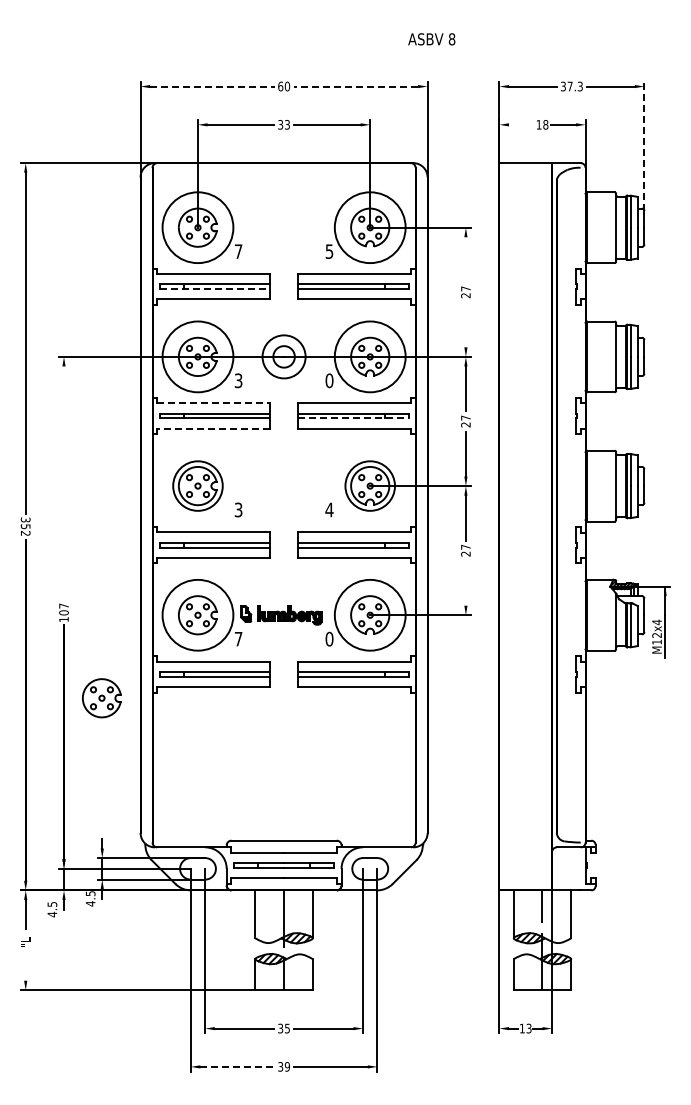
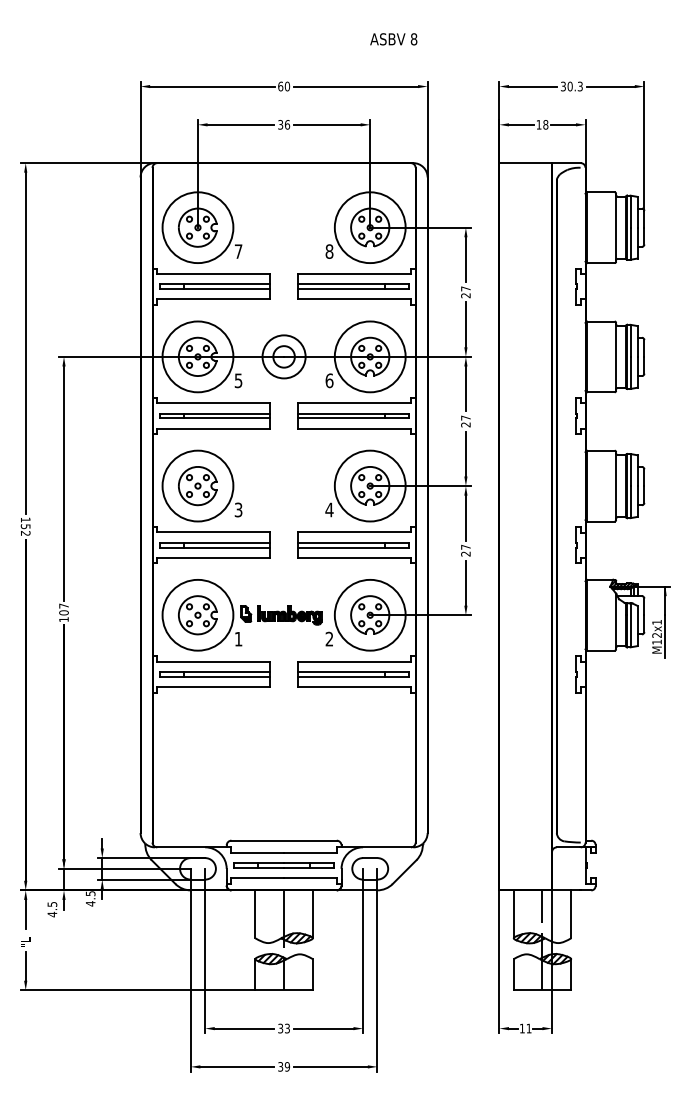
text at (431, 39) position: (431, 39) -> (393, 39)
line at (212, 86): dashed -> solid
line at (355, 86): dashed -> solid
text at (569, 86): 37.3 -> 30.3
text at (287, 124): 33 -> 36
line at (520, 124): none -> present
line at (644, 146): dashed -> solid
text at (329, 251): 5 -> 8
line at (465, 259): none -> present
line at (215, 289): dashed -> solid
line at (465, 324): none -> present
text at (238, 380): 3 -> 5
text at (329, 380): 0 -> 6
line at (214, 403): dashed -> solid
line at (353, 418): dashed -> solid
line at (213, 428): dashed -> solid
line at (64, 483): none -> present
circle at (197, 485) diameter: 50 px -> 71 px
circle at (370, 485) diameter: 50 px -> 71 px
text at (25, 519): 352 -> 152
line at (465, 582): none -> present
text at (656, 622): M12x4 -> M12x1
text at (329, 638): 0 -> 2
text at (238, 639): 7 -> 1
part at (101, 698): present -> none
line at (25, 965): none -> present
text at (287, 1027): 35 -> 33
text at (528, 1028): 13 -> 11
line at (237, 1066): dashed -> solid
